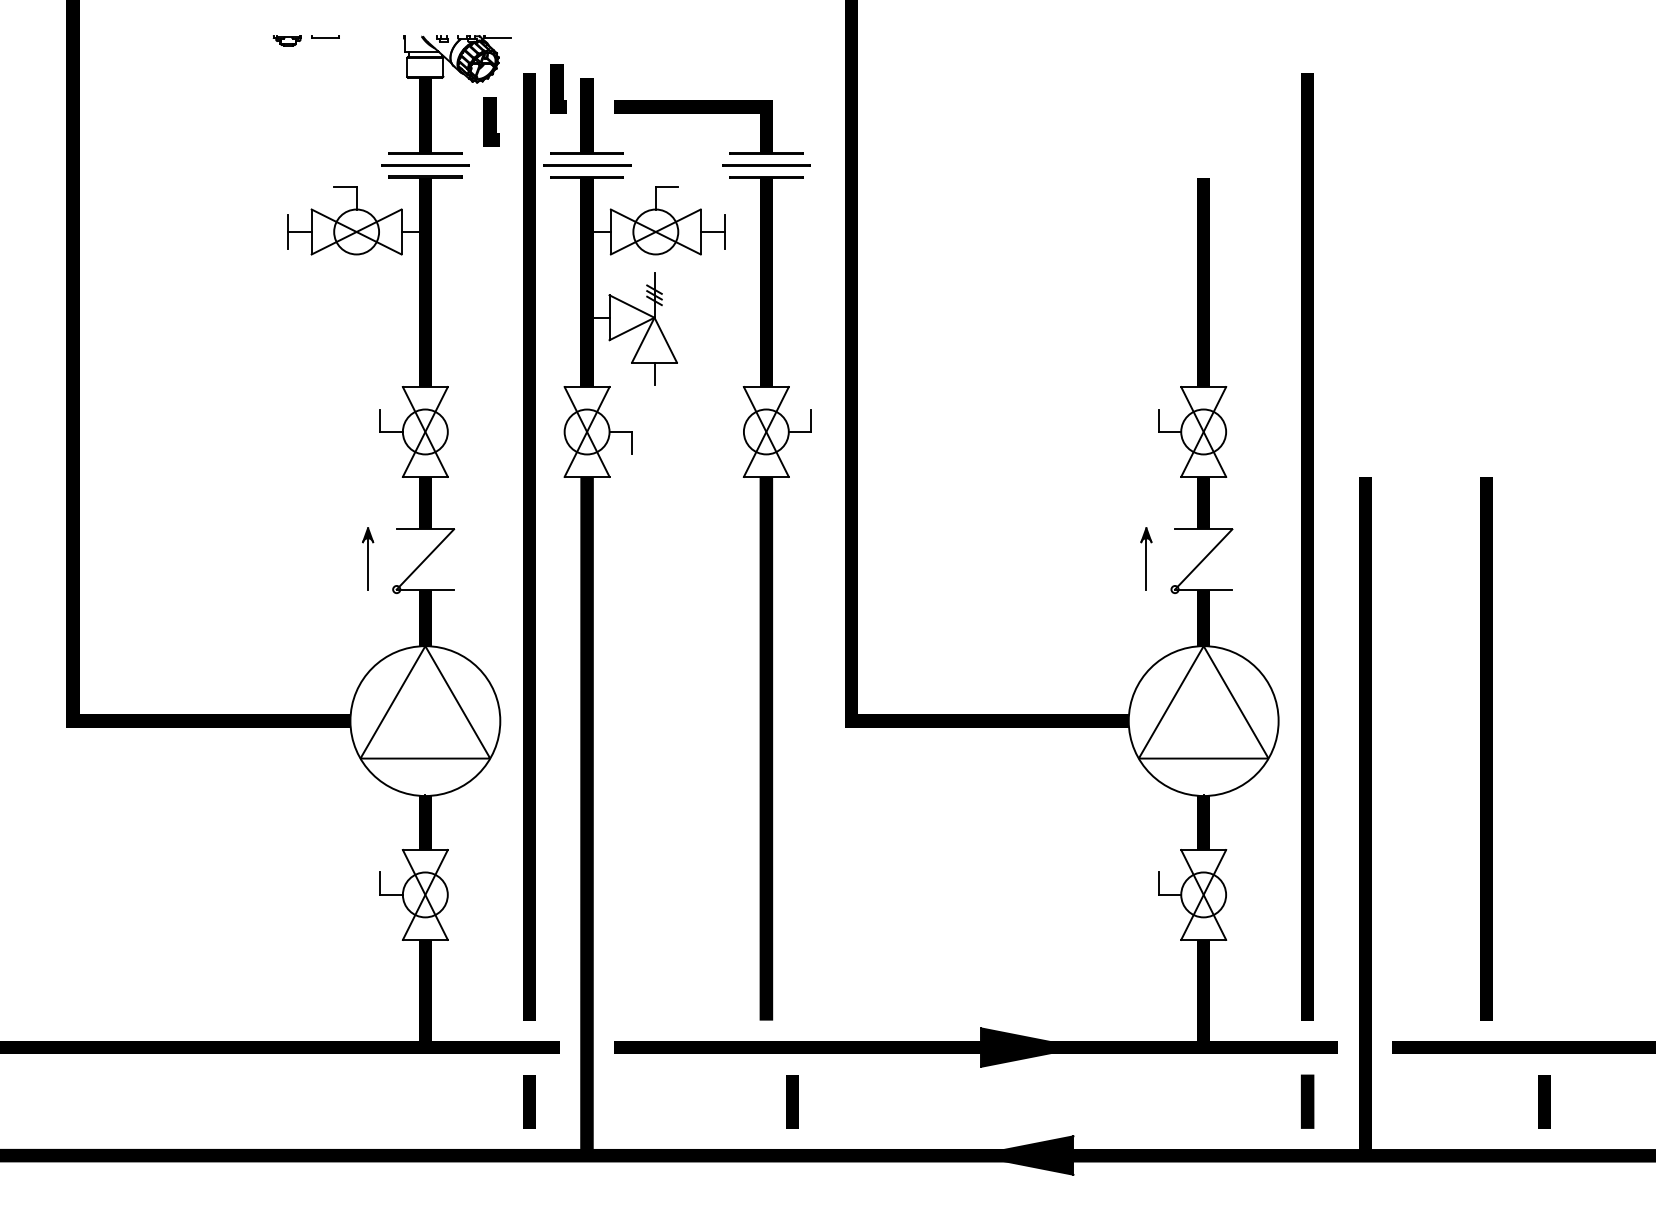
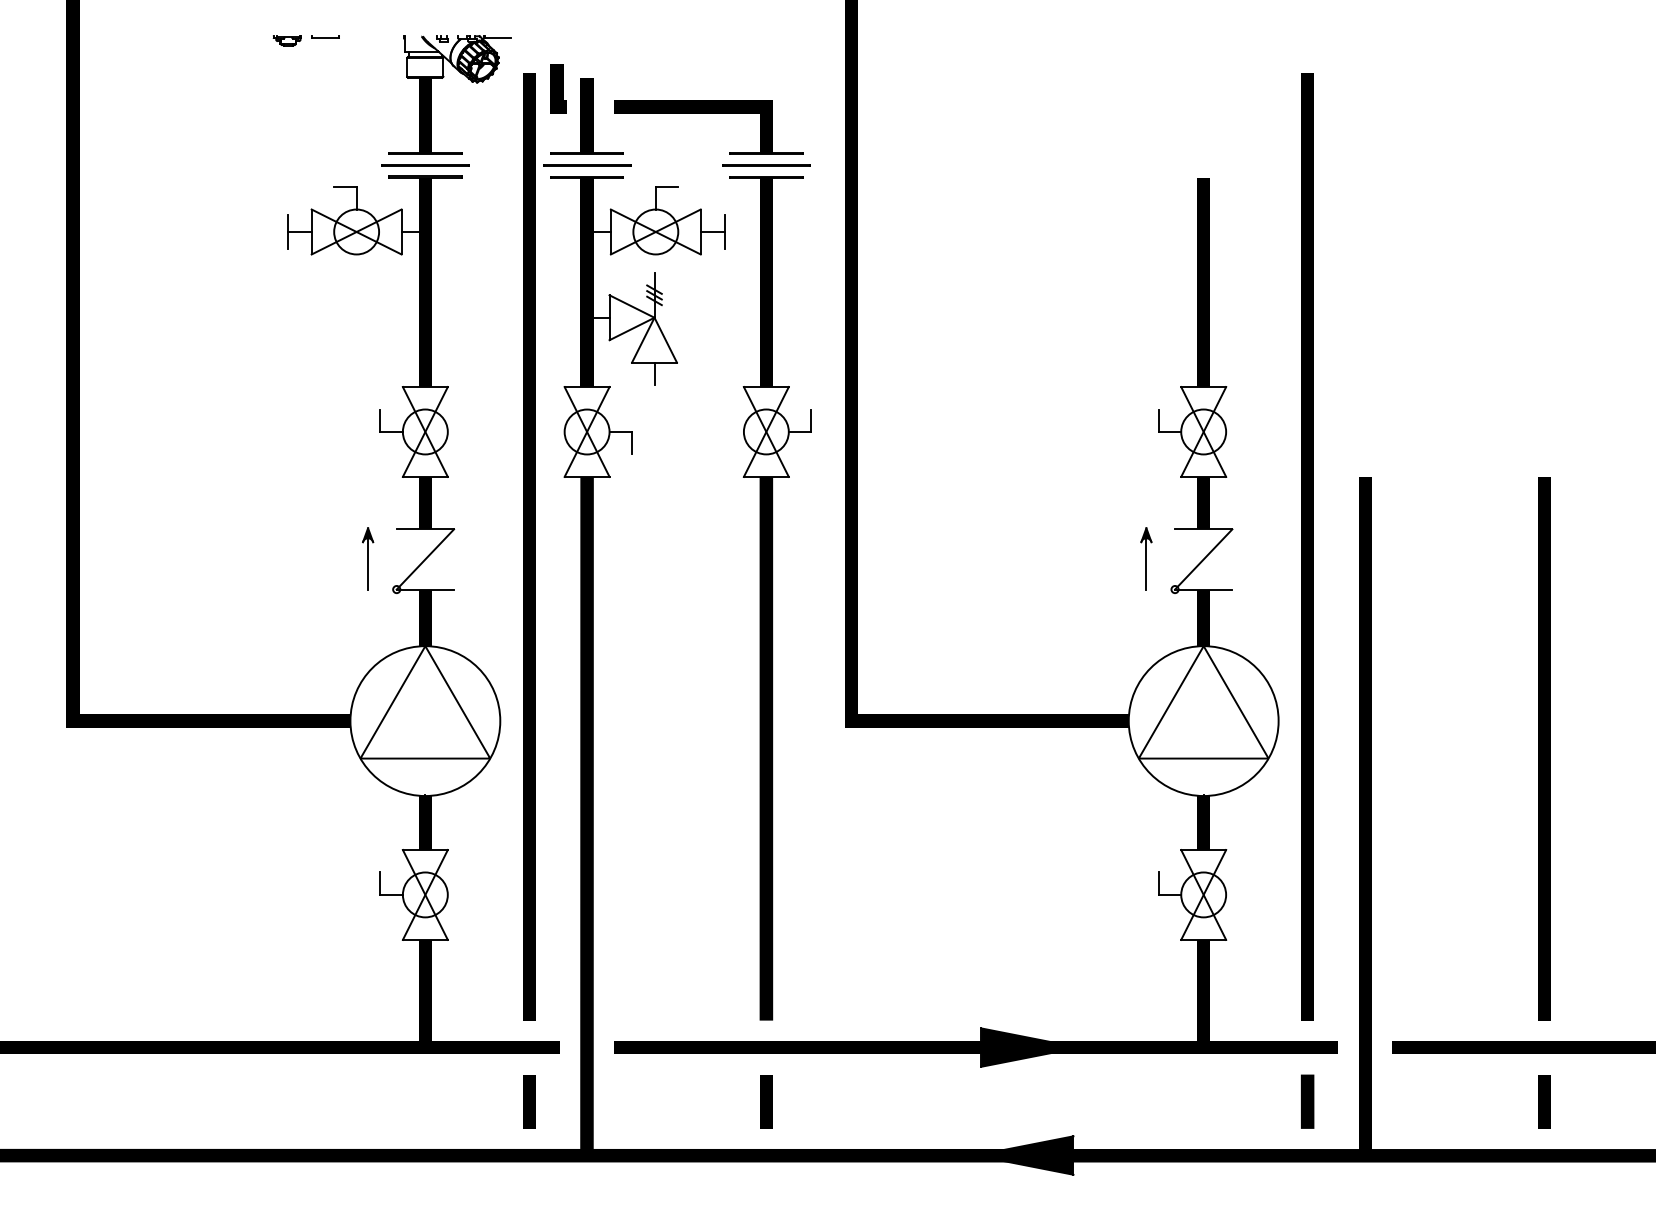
line at (491, 121): present -> none
line at (1486, 748) position: (1486, 748) -> (1544, 748)
line at (792, 1101) position: (792, 1101) -> (766, 1101)
